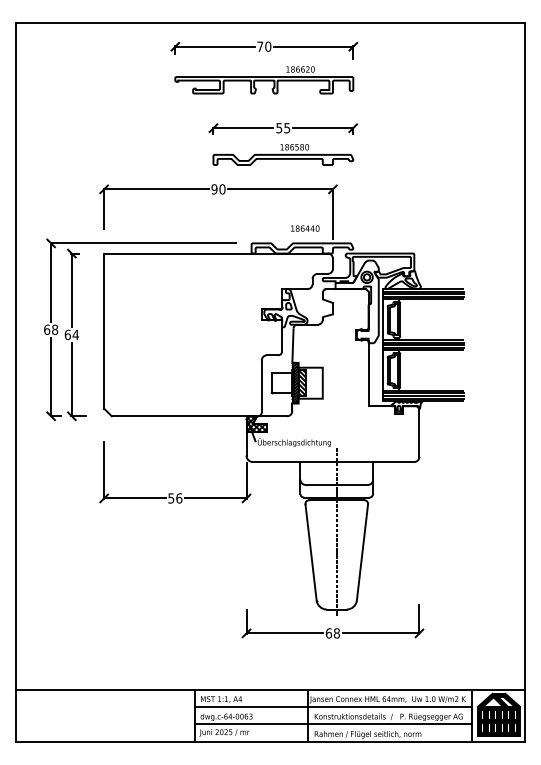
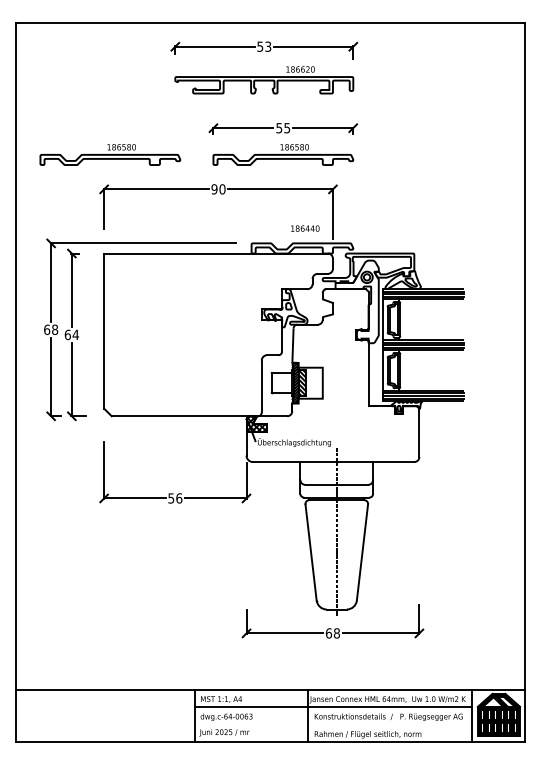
text at (264, 46): 70 -> 53
part at (110, 154): none -> present
line at (332, 724): present -> none
